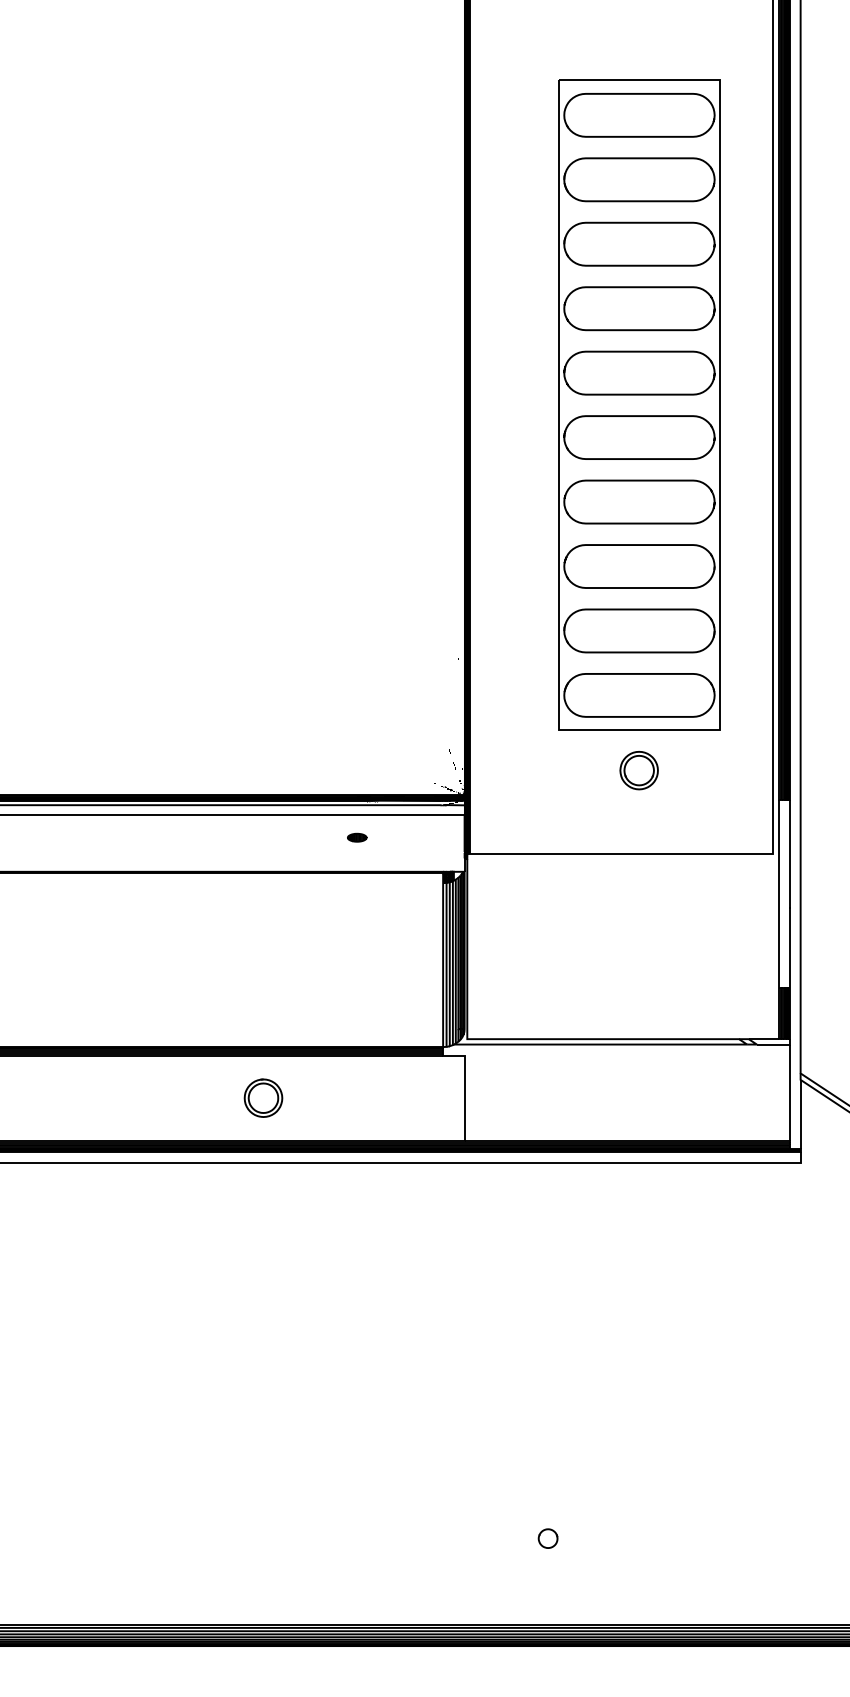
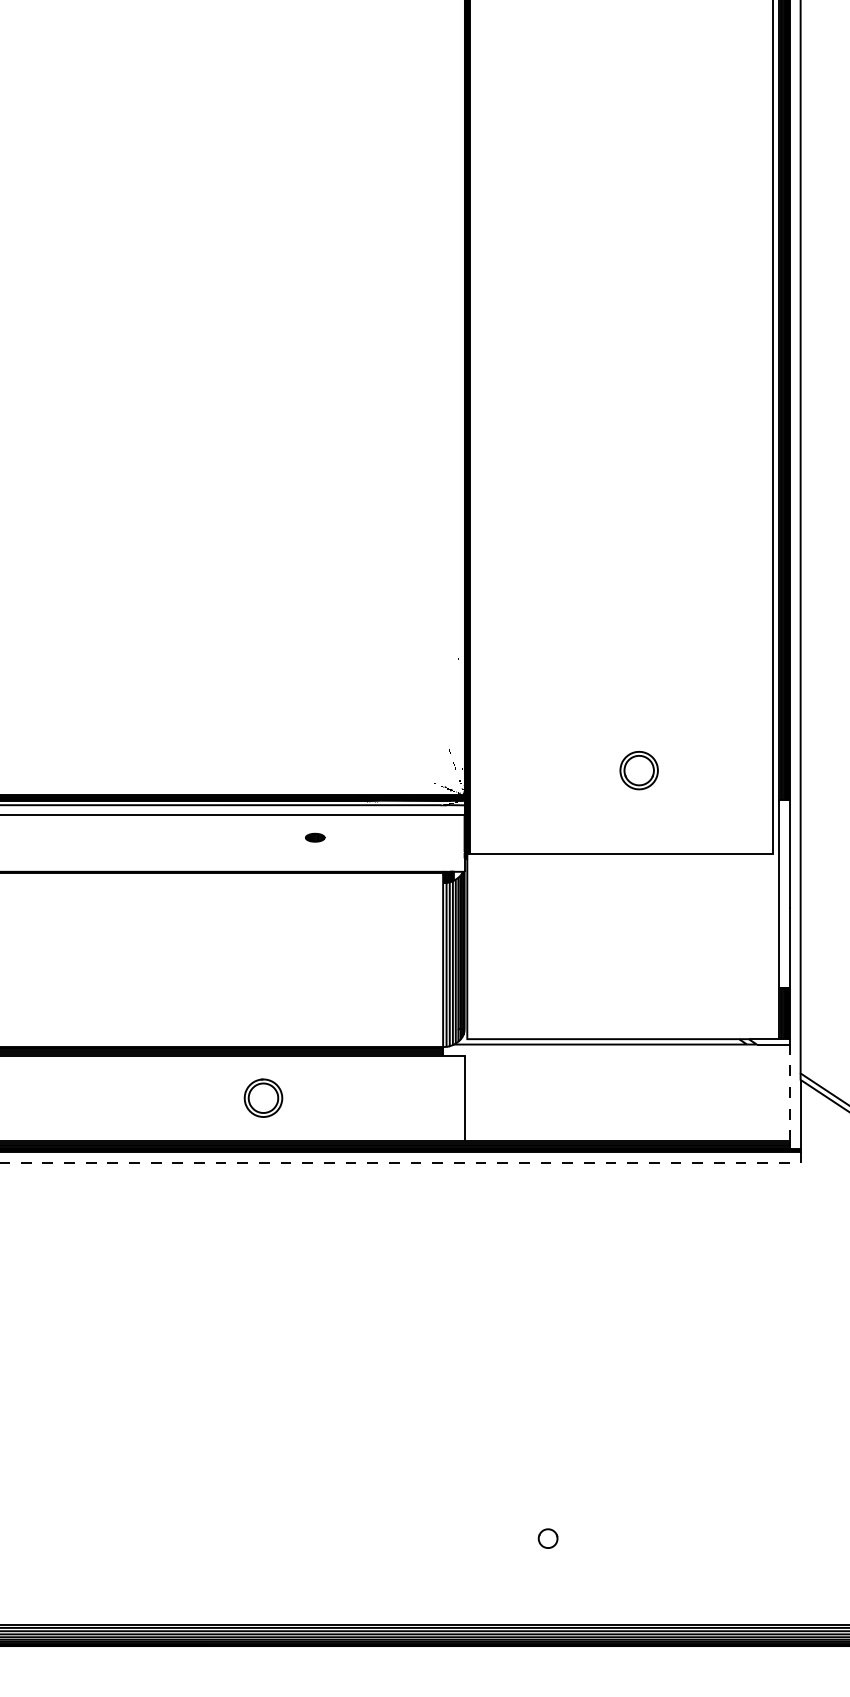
part at (639, 404): present -> none
part at (357, 837) position: (357, 837) -> (315, 837)
line at (789, 1092): solid -> dashed
line at (408, 1162): solid -> dashed
